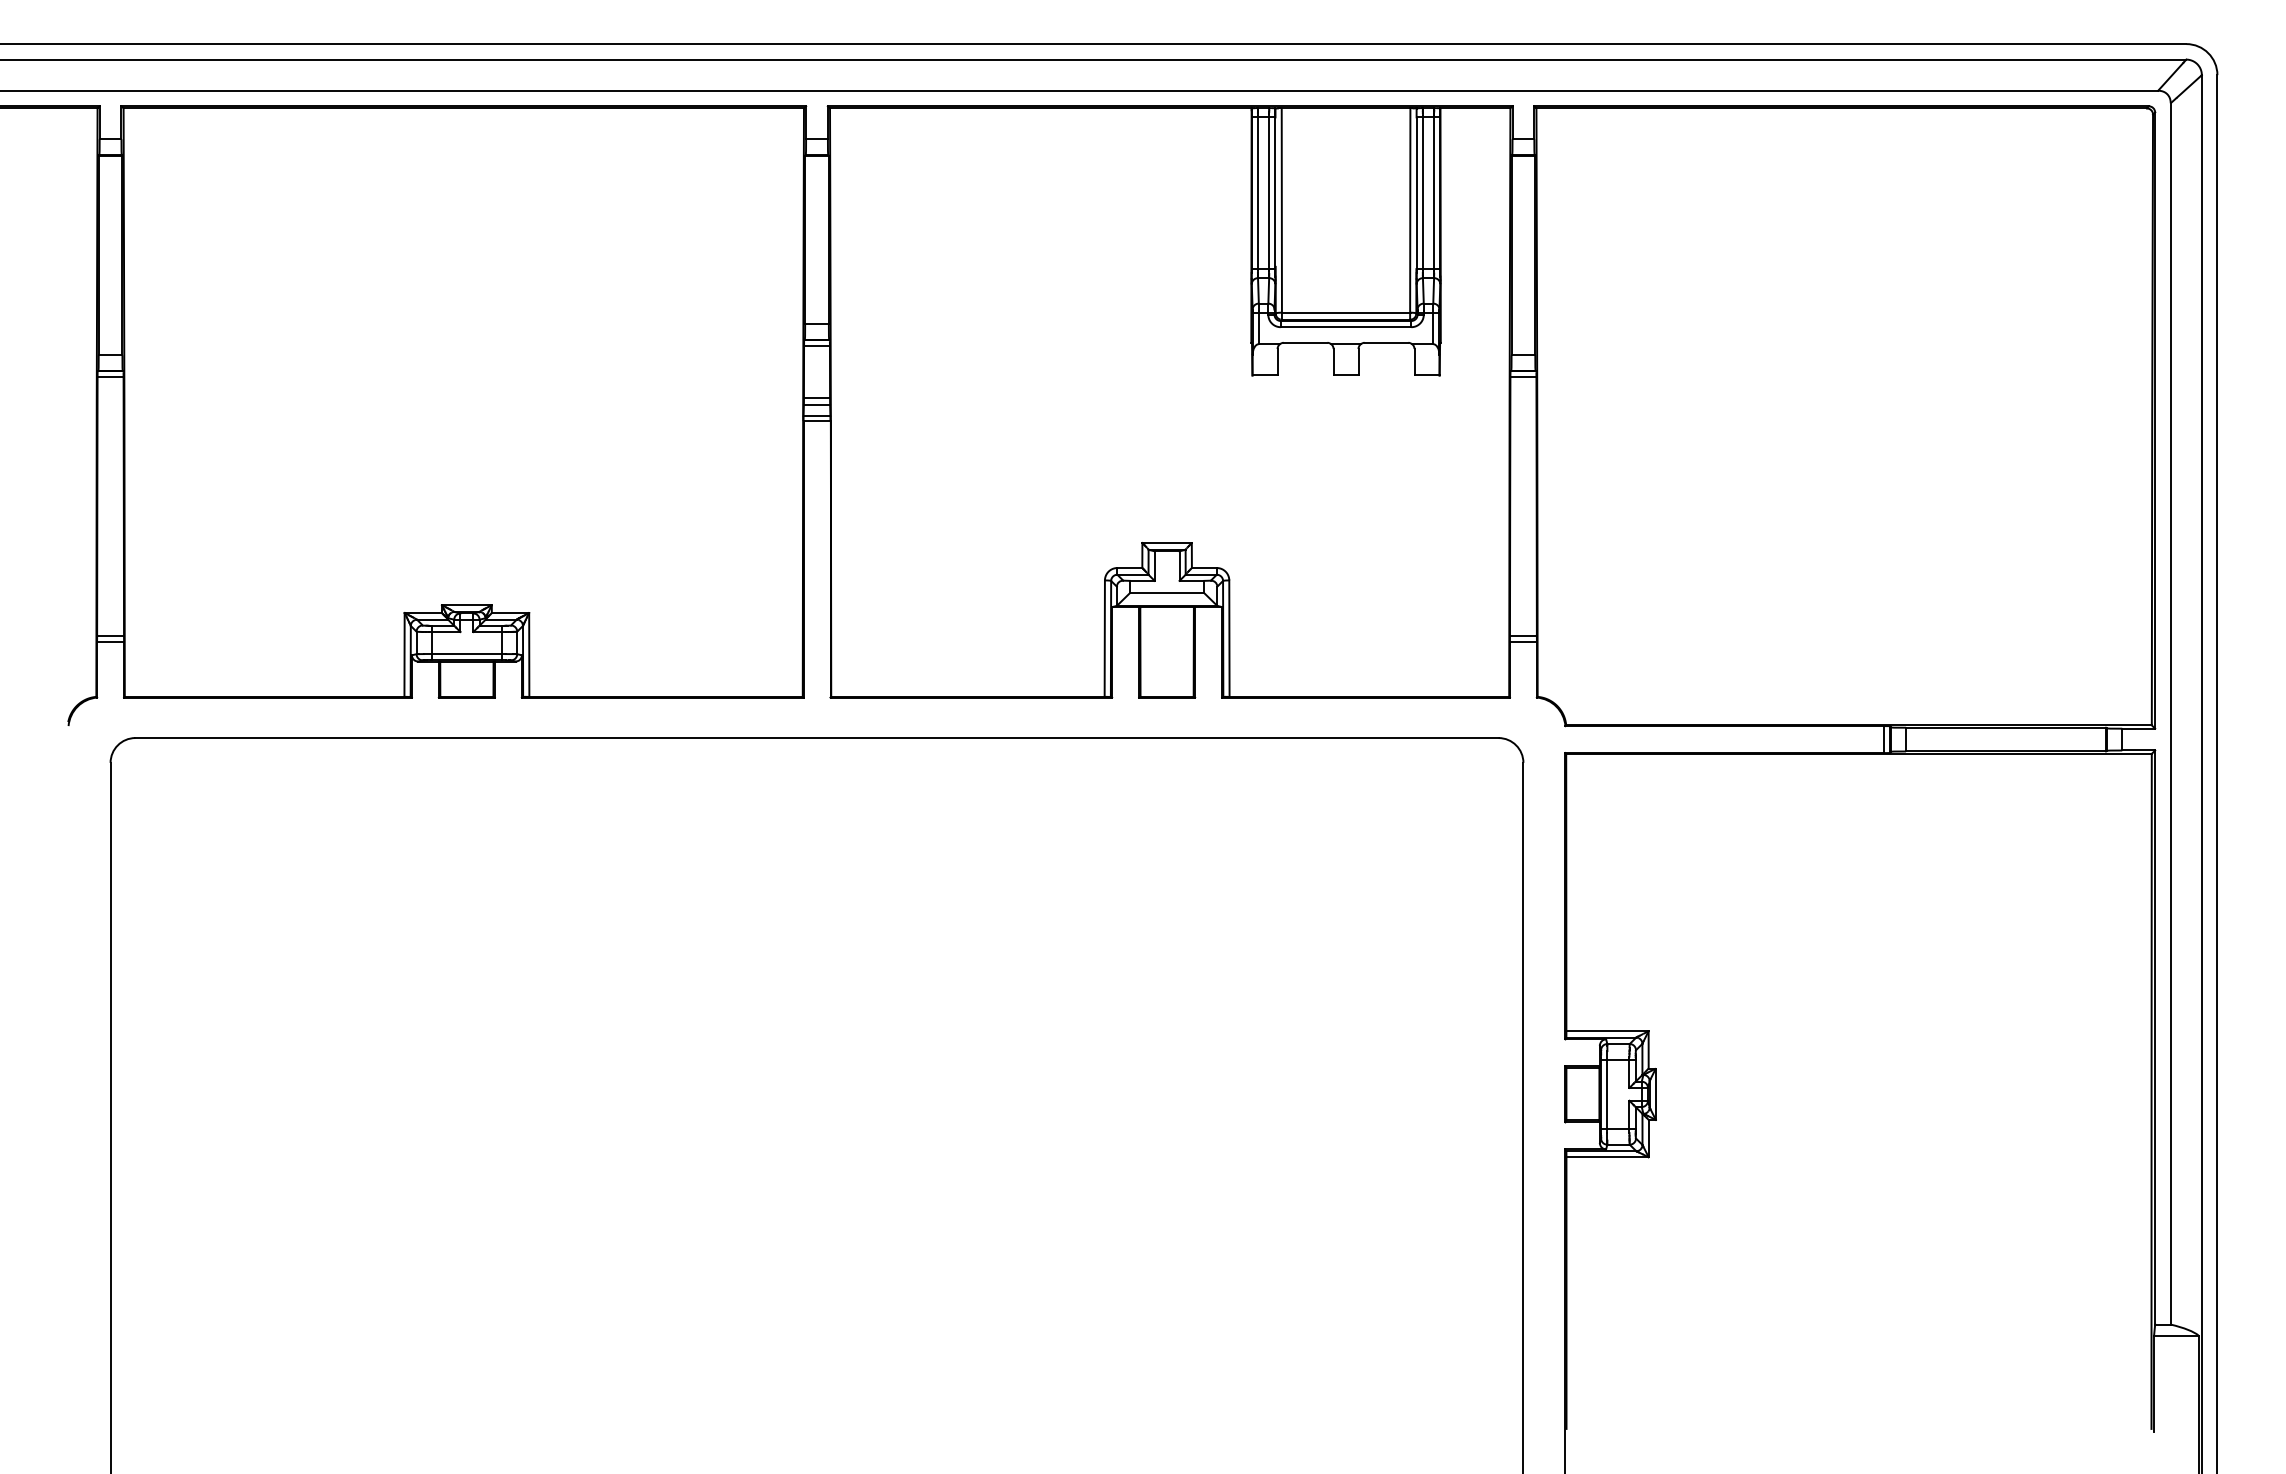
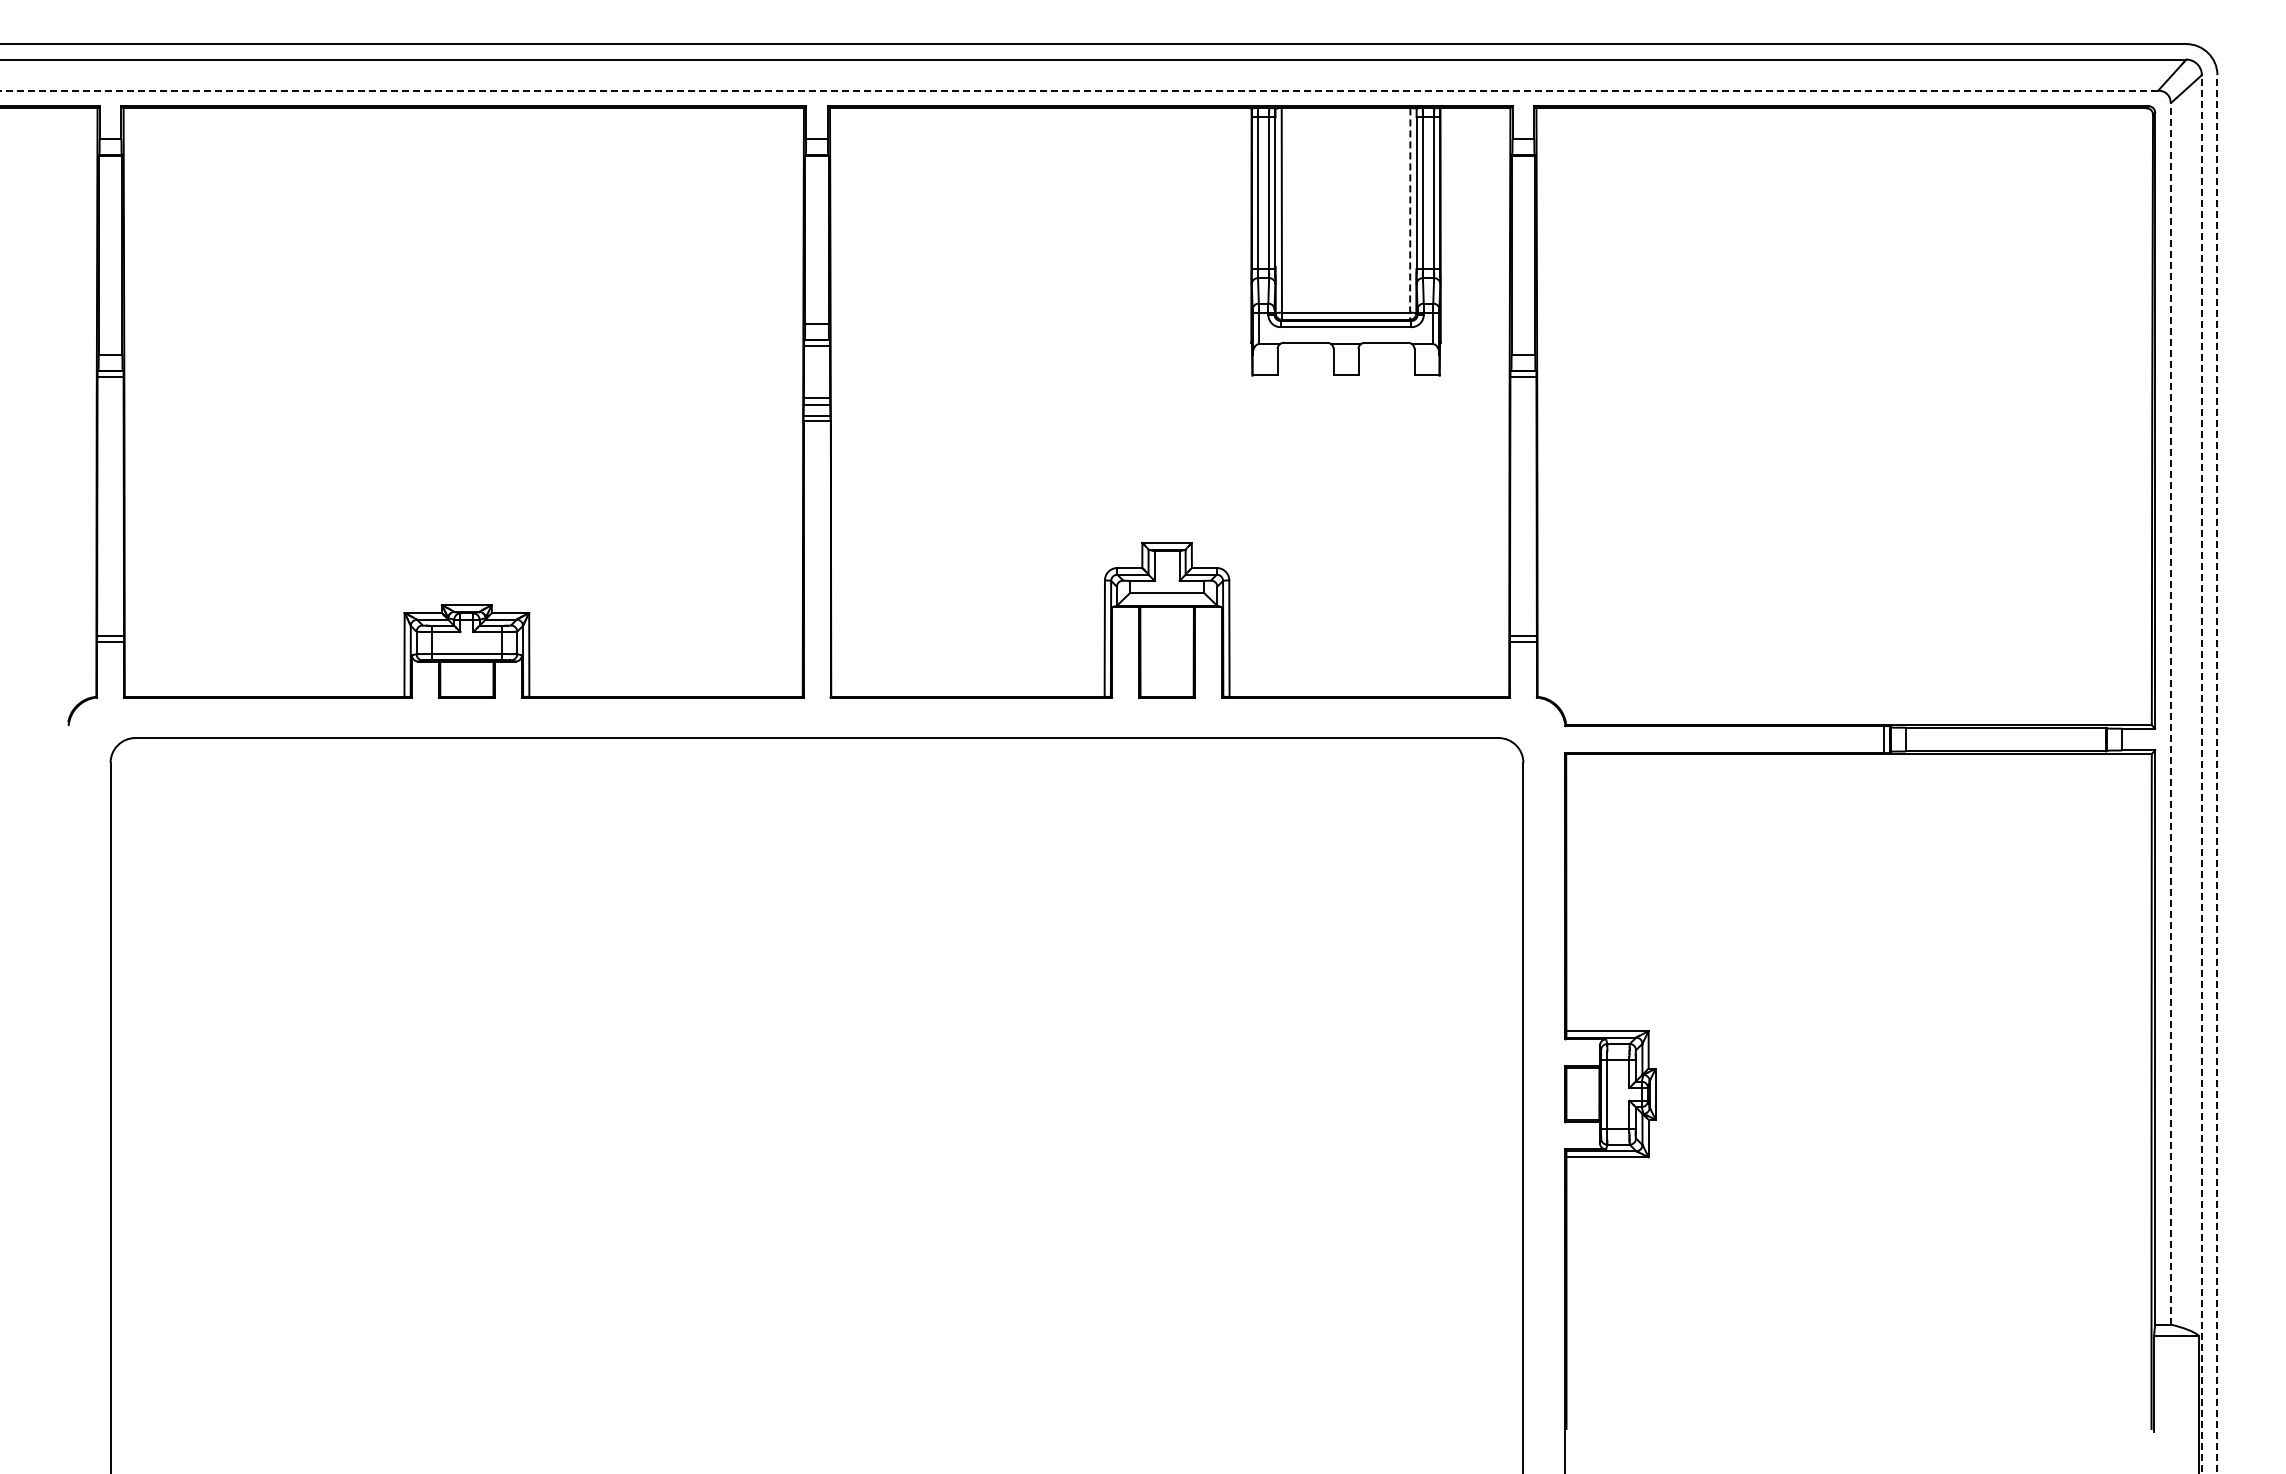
line at (1078, 90): solid -> dashed
line at (1410, 214): solid -> dashed
line at (2170, 713): solid -> dashed
line at (2201, 774): solid -> dashed
line at (2217, 774): solid -> dashed
